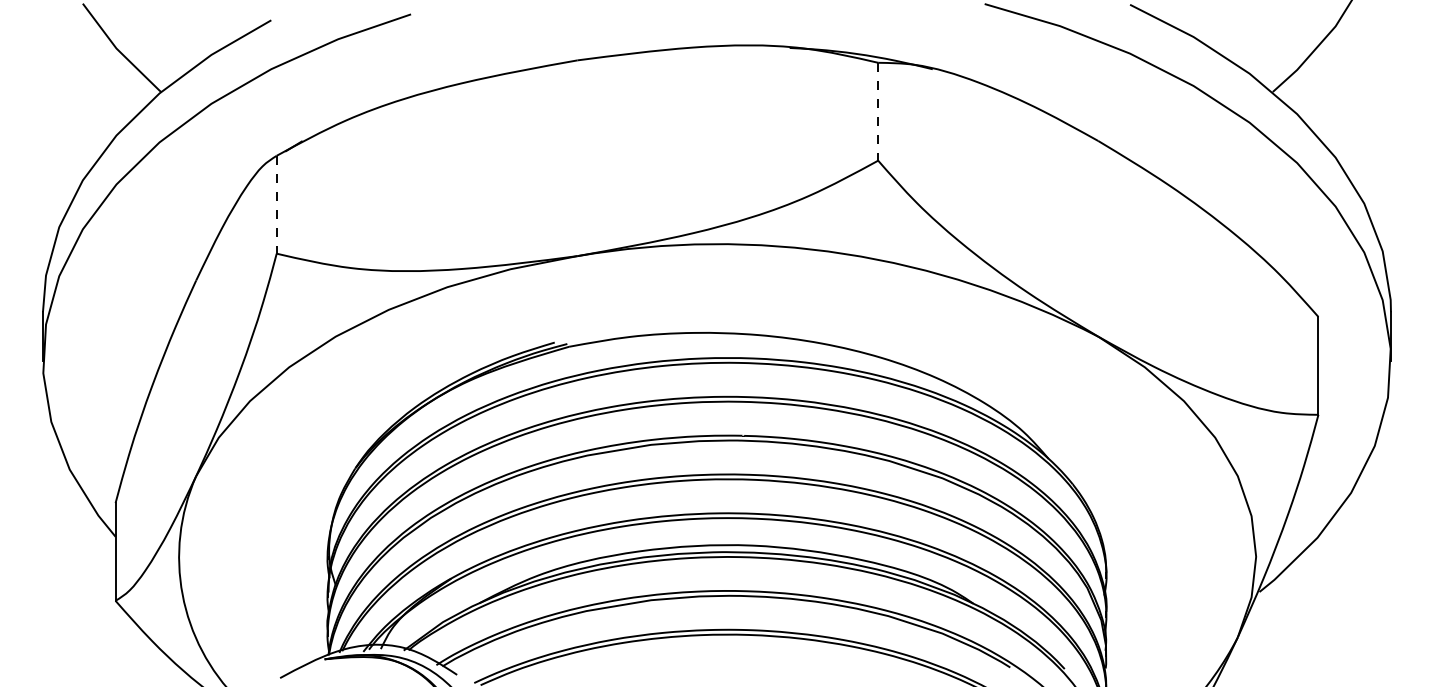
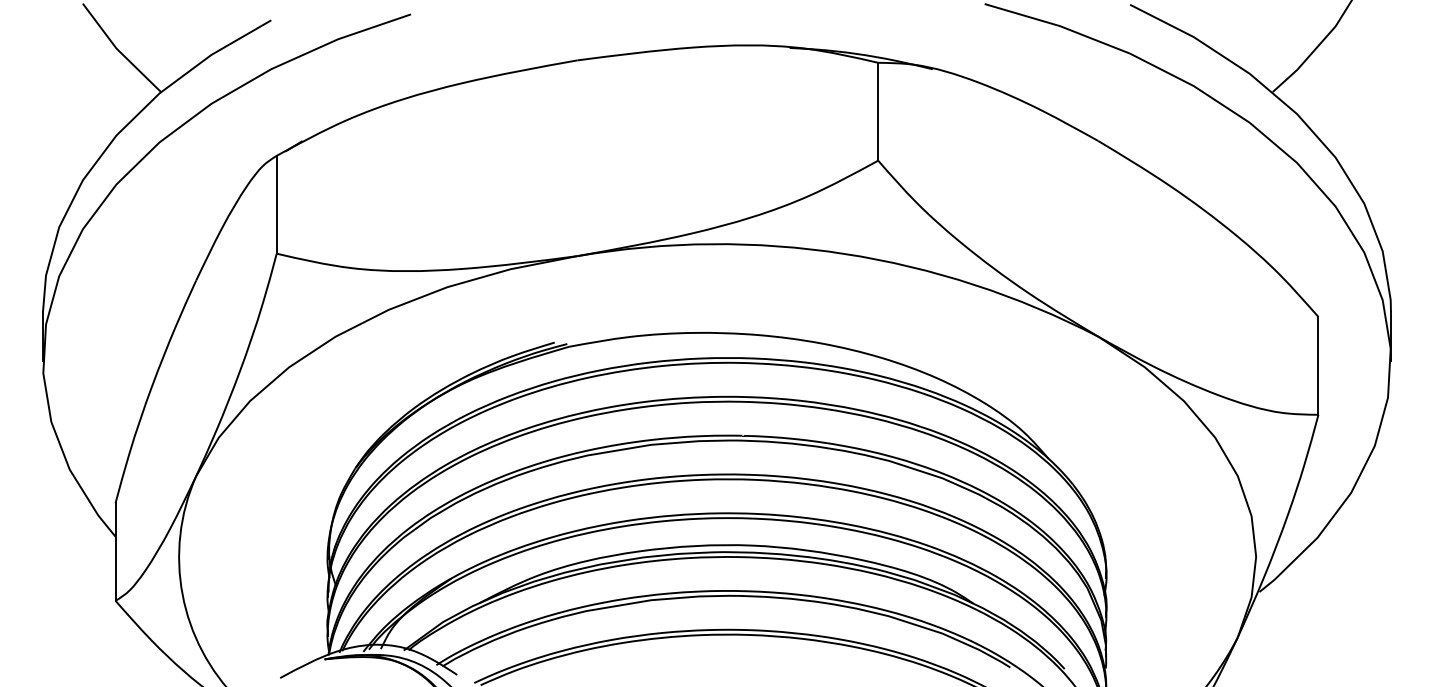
line at (878, 111): dashed -> solid
line at (276, 204): dashed -> solid
